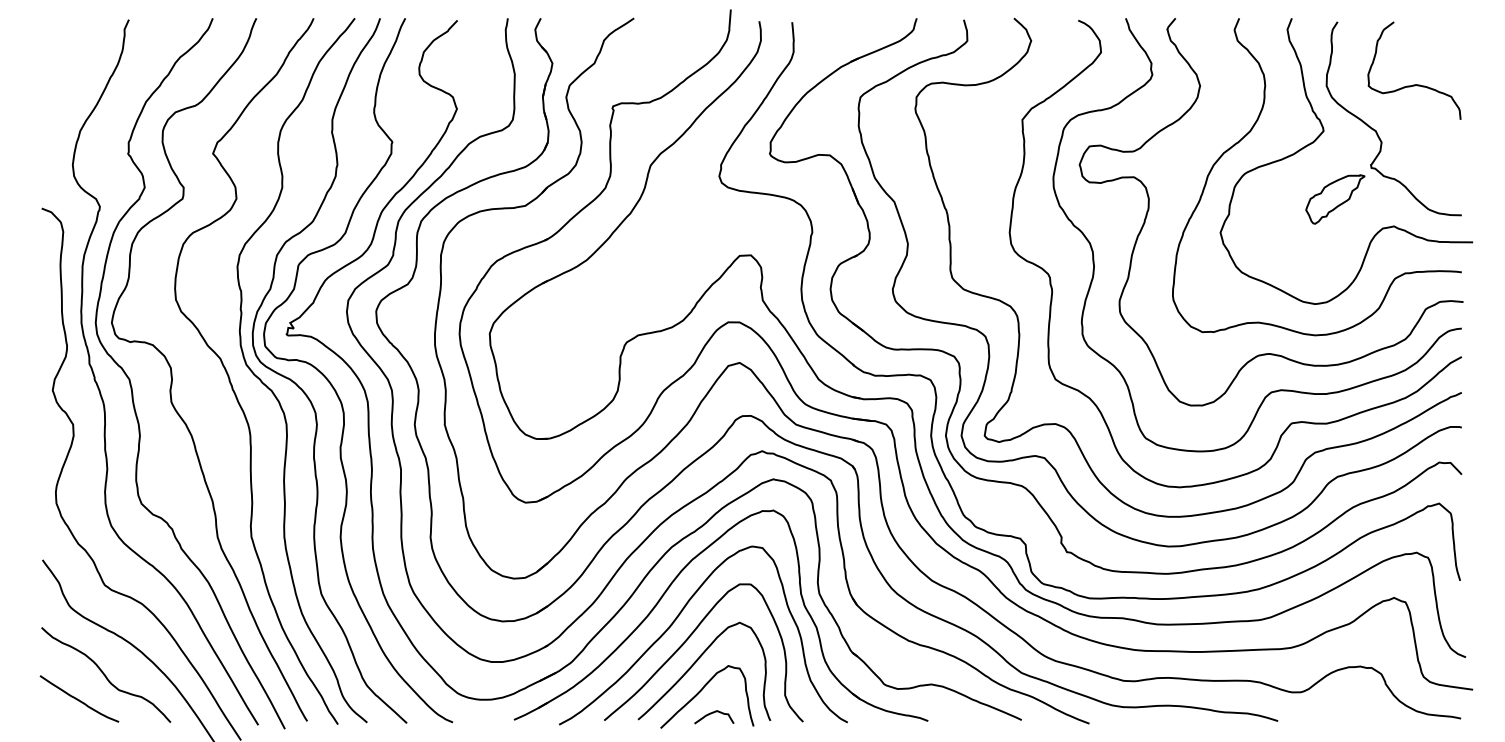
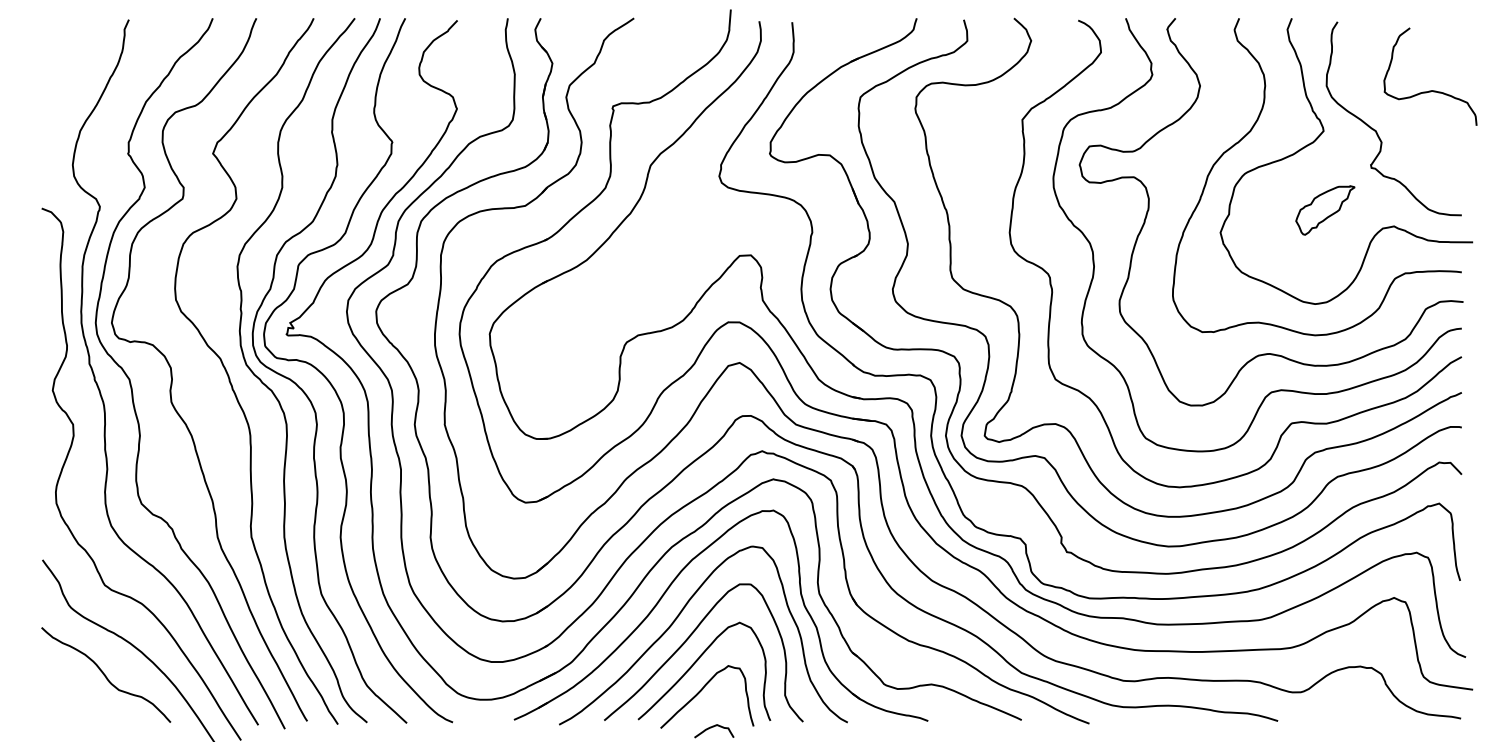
curve at (1414, 84) position: (1414, 84) -> (1430, 90)
part at (1335, 199) position: (1335, 199) -> (1325, 210)
curve at (79, 699): present -> none
curve at (713, 713) position: (713, 713) -> (713, 727)
